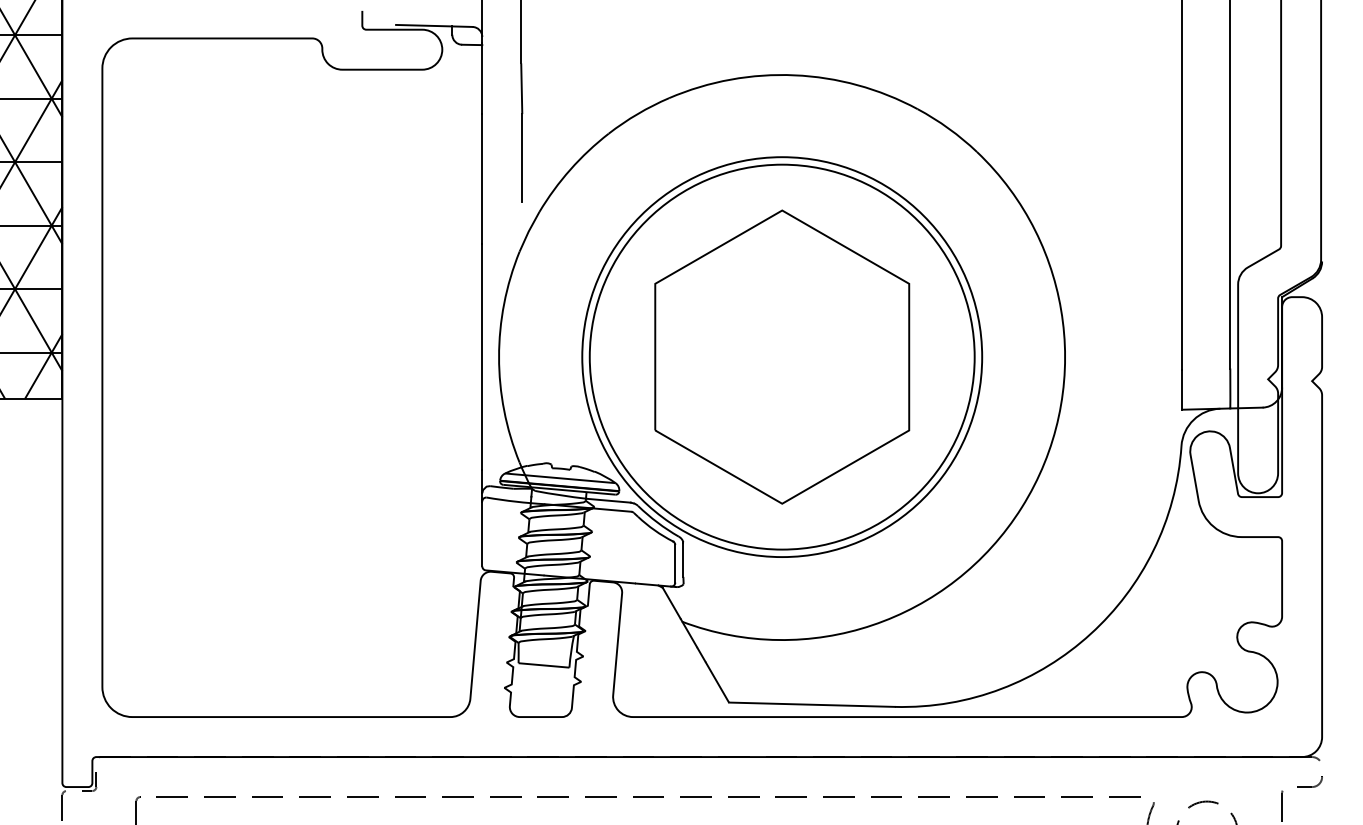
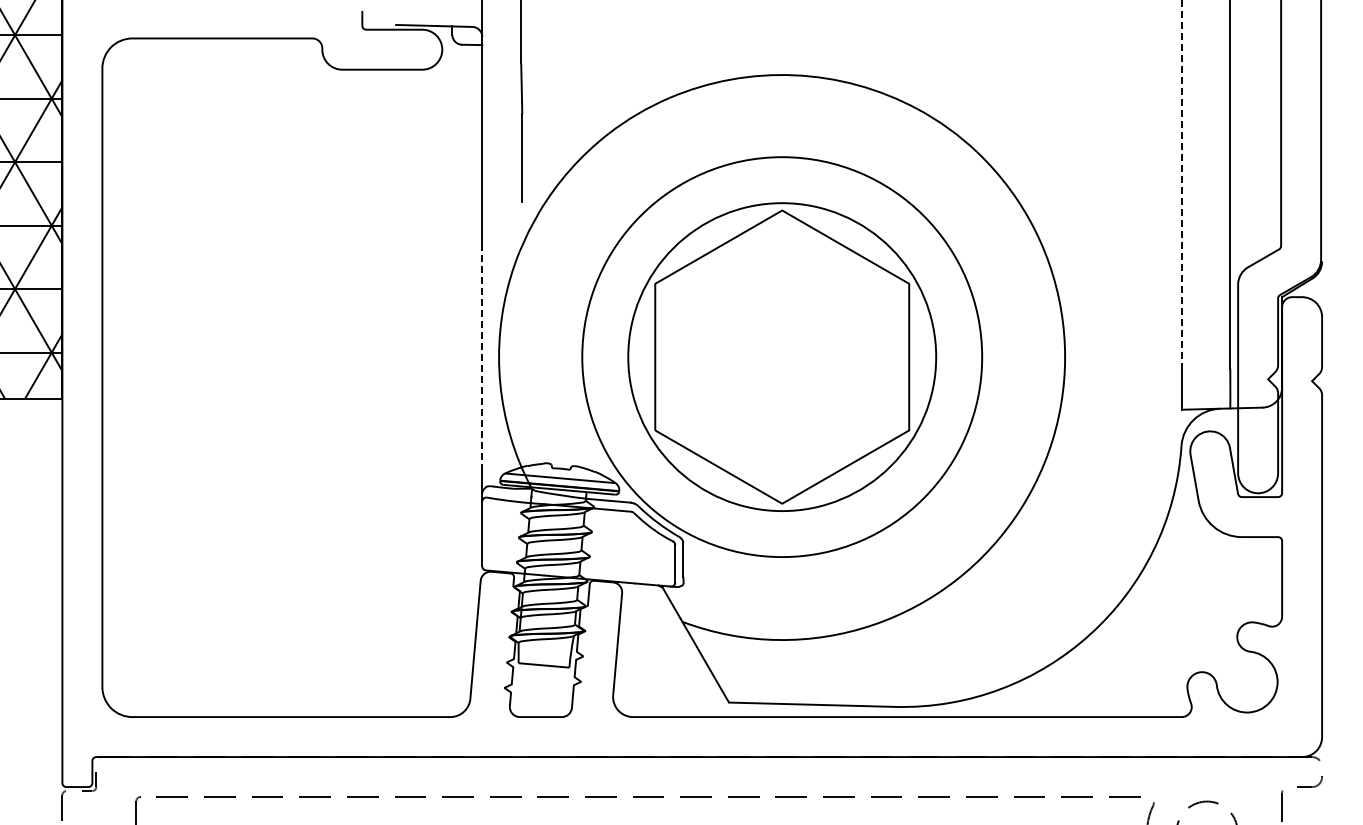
line at (1182, 184): solid -> dashed
circle at (781, 356) diameter: 385 px -> 308 px
line at (482, 357): solid -> dashed
